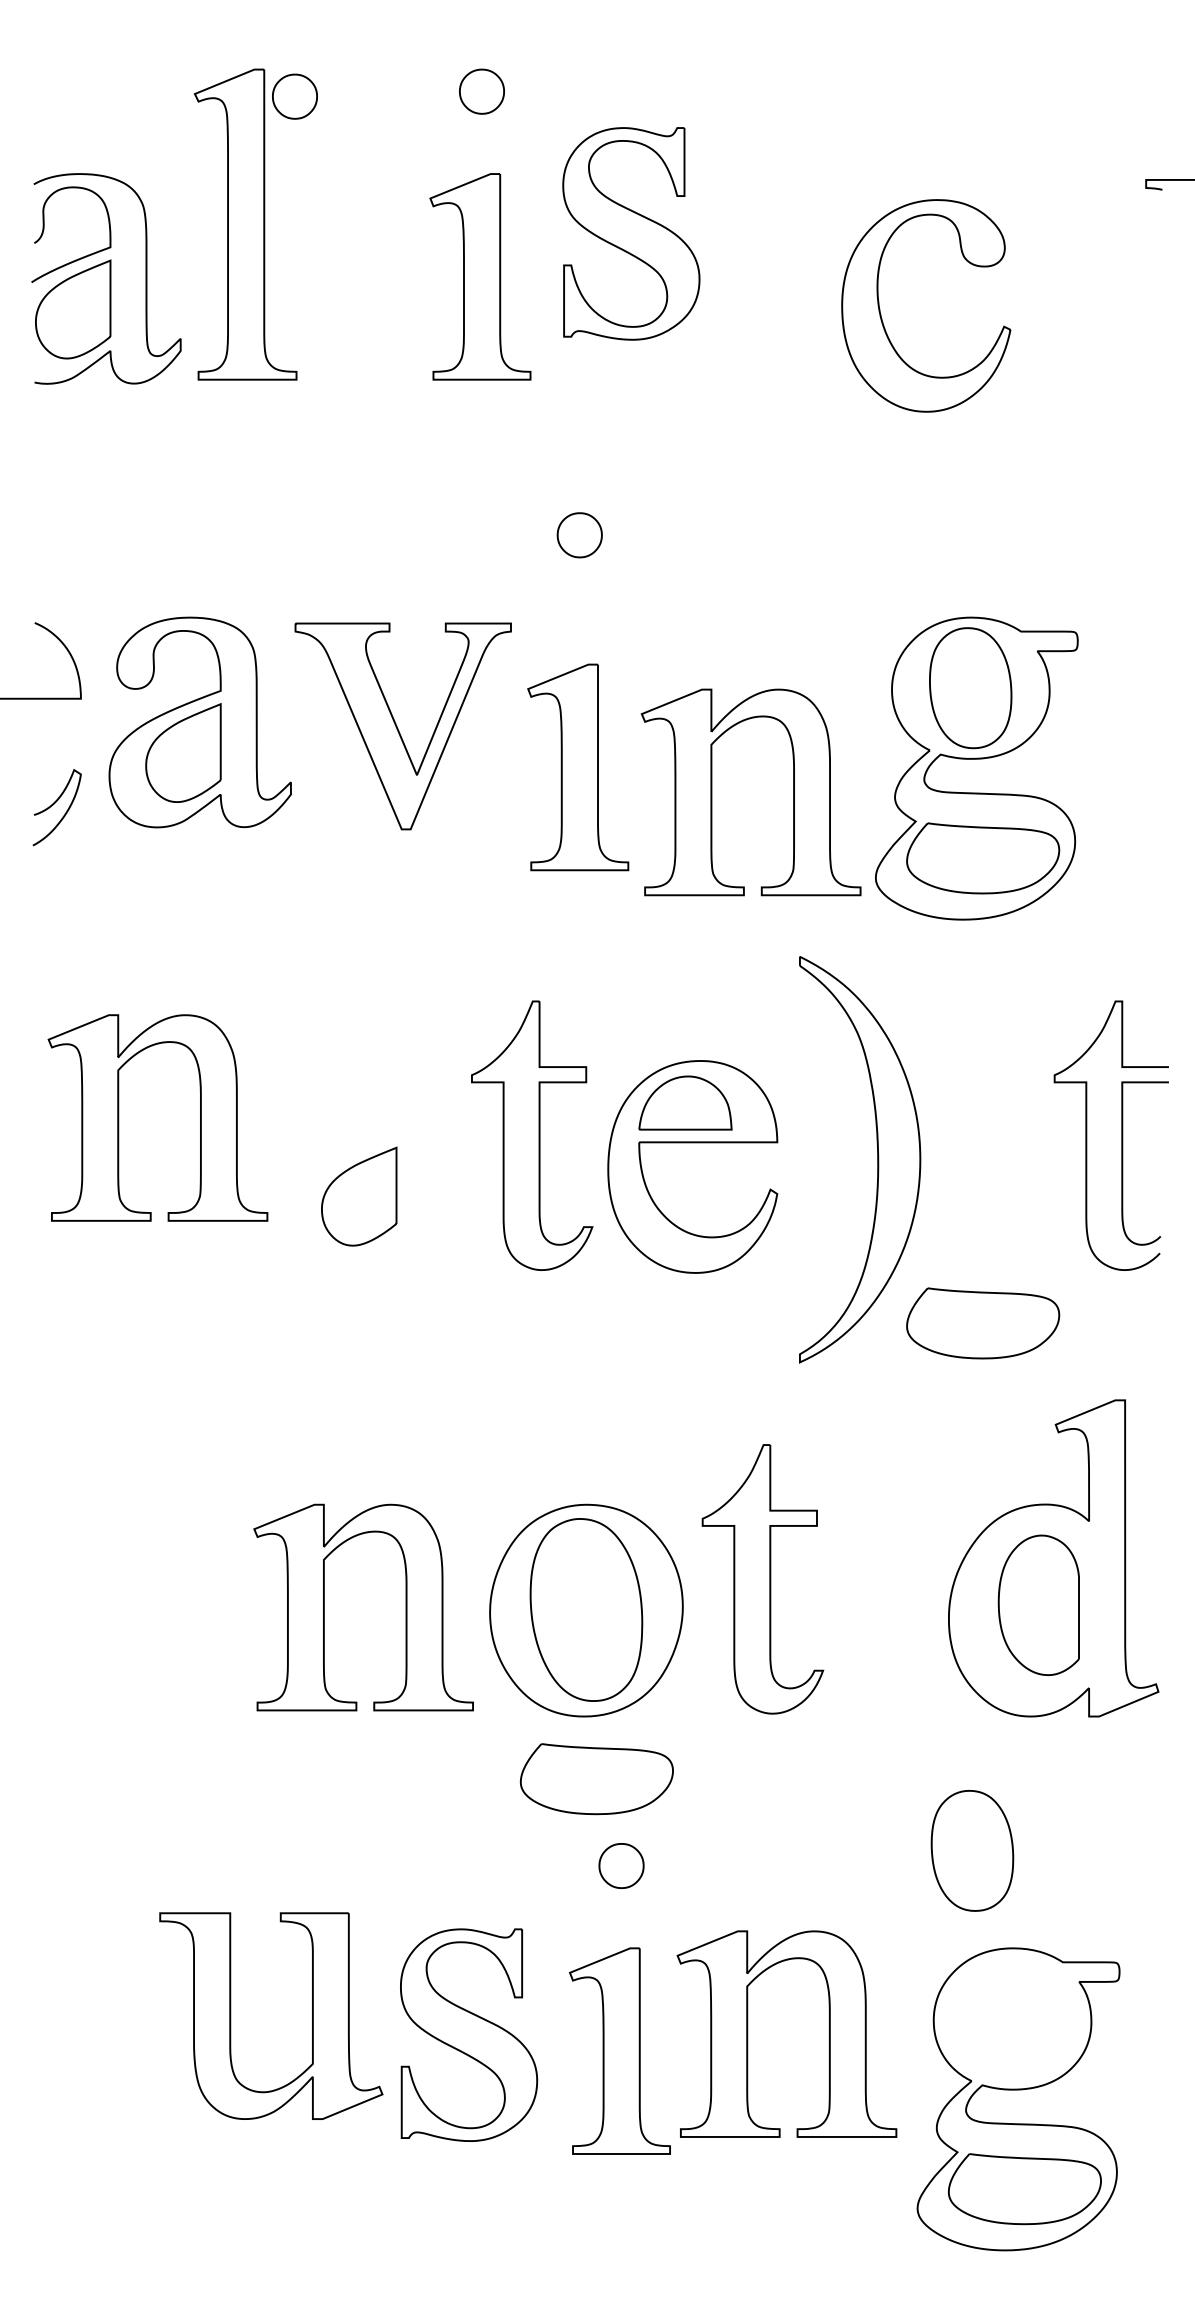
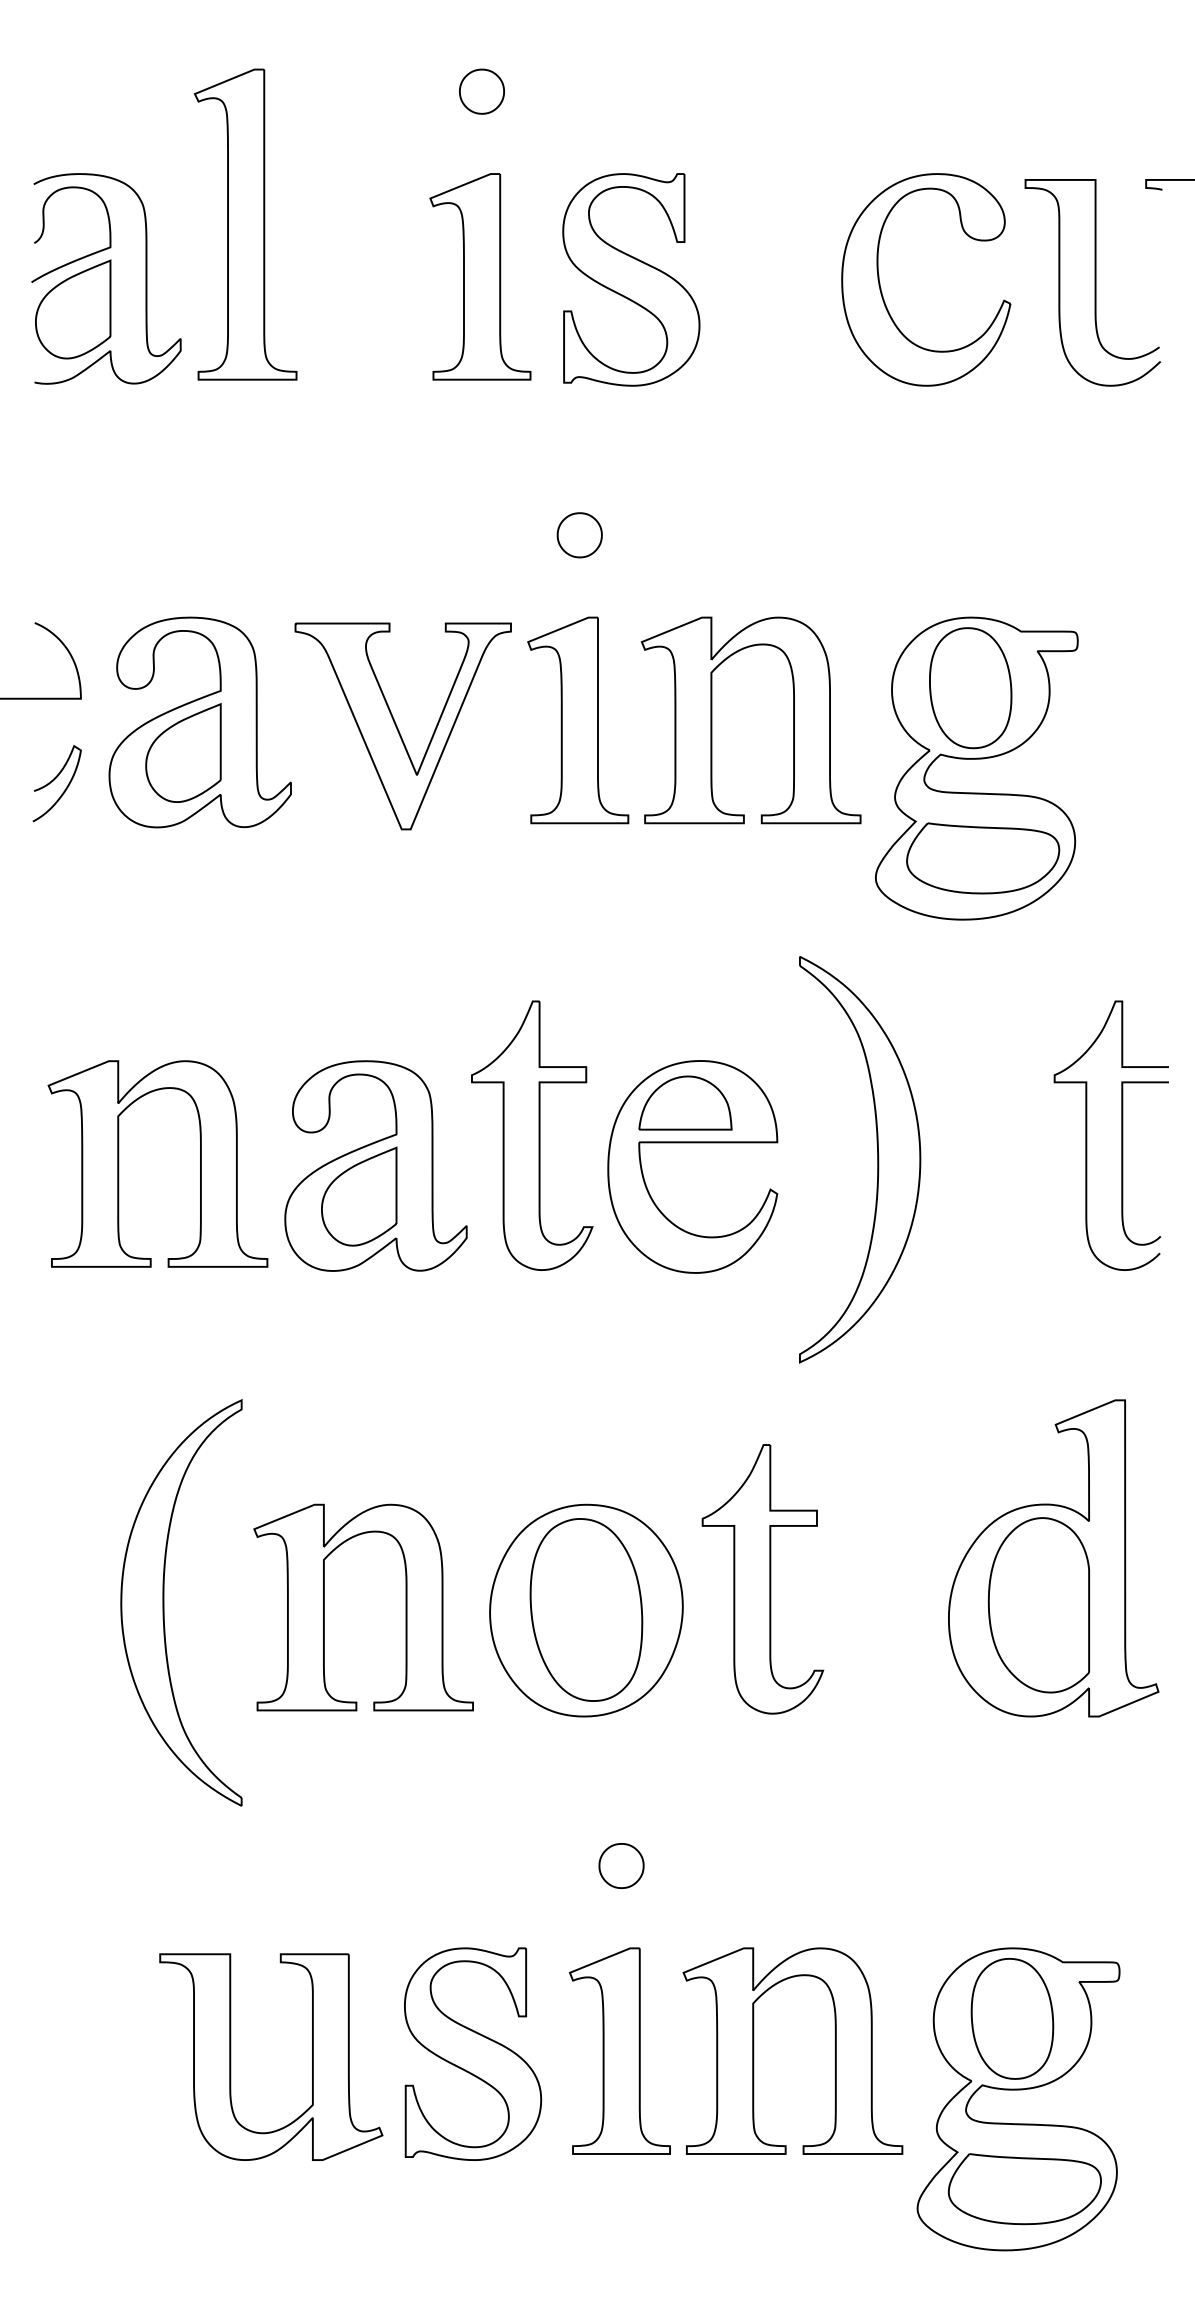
part at (294, 96): present -> none
part at (631, 233) position: (631, 233) -> (631, 279)
curve at (1094, 282): none -> present
part at (882, 318) position: (882, 318) -> (882, 292)
part at (578, 767) position: (578, 767) -> (578, 720)
part at (712, 792) position: (712, 792) -> (712, 720)
curve at (54, 804) position: (54, 804) -> (54, 780)
part at (119, 1117) position: (119, 1117) -> (119, 1163)
part at (375, 1165): none -> present
part at (983, 1323): present -> none
part at (164, 1602): none -> present
part at (1038, 1604) size: 83x142 px -> 103x177 px
part at (596, 1779): present -> none
part at (972, 1850) position: (972, 1850) -> (1012, 2018)
part at (231, 2015) position: (231, 2015) -> (231, 2056)
part at (748, 2033) position: (748, 2033) -> (754, 2050)
part at (469, 2034) position: (469, 2034) -> (473, 2053)
